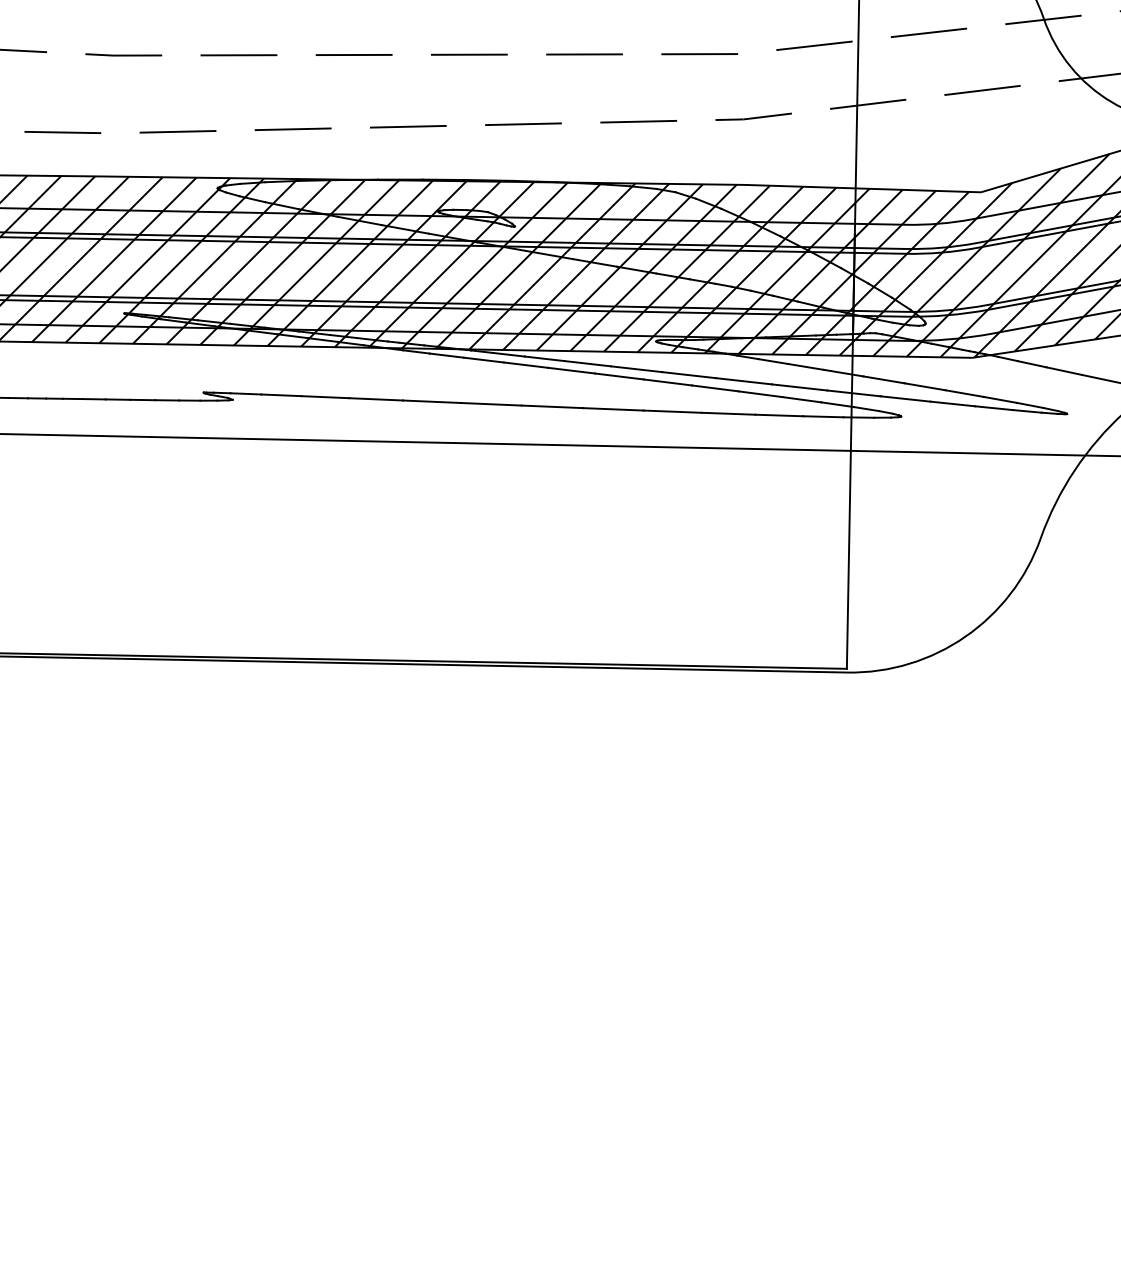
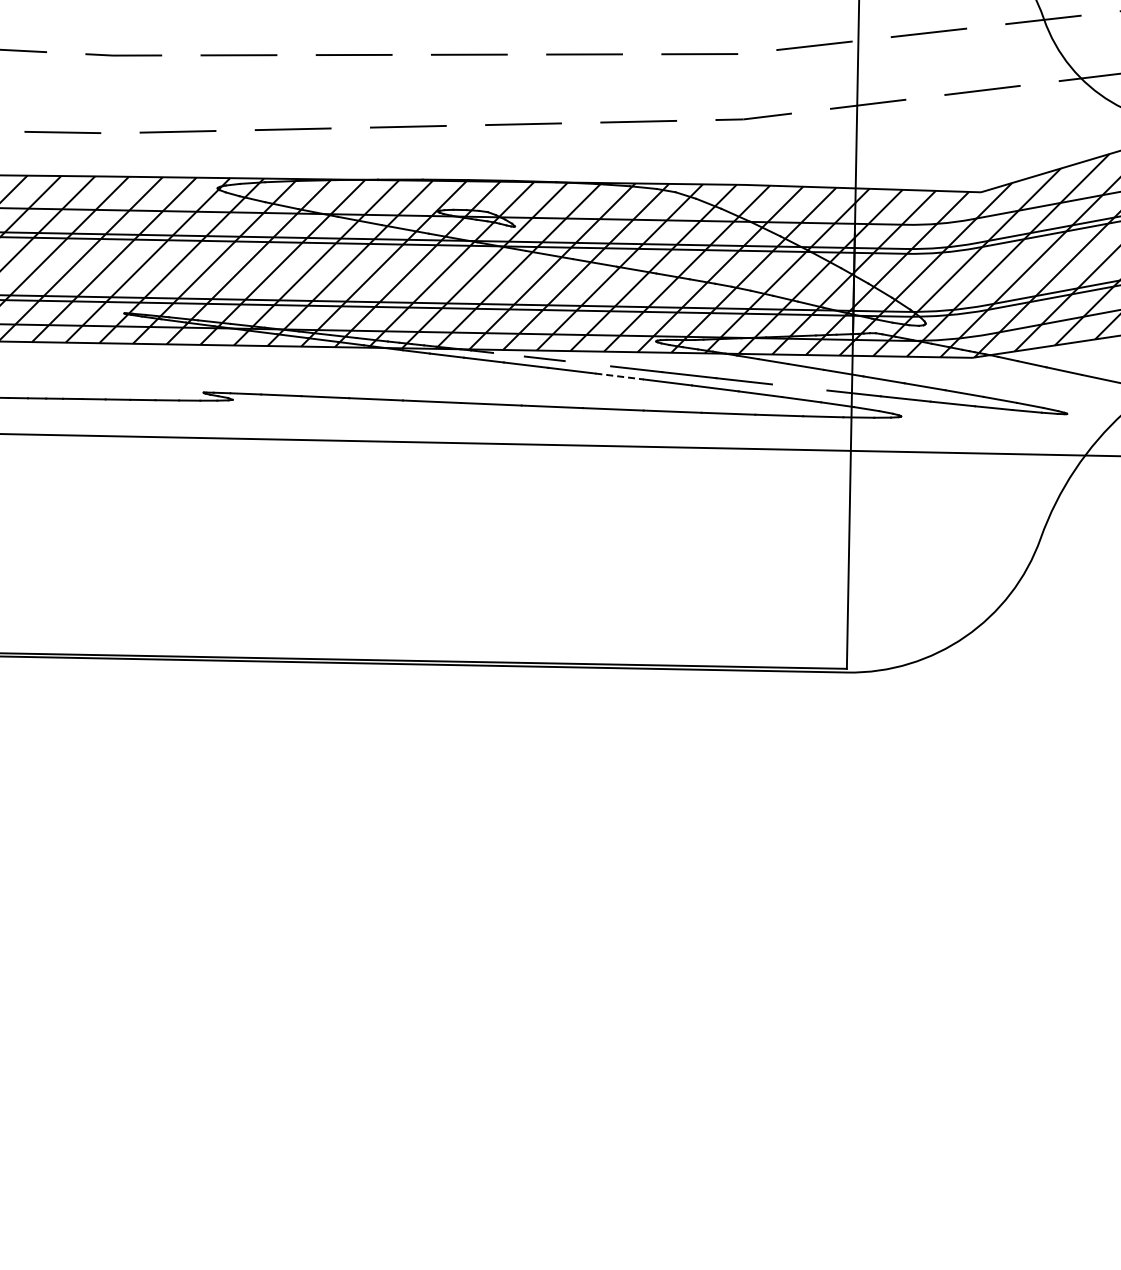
line at (508, 354): present -> none
line at (587, 363): present -> none
line at (620, 376): solid -> dashed
line at (799, 387): present -> none
